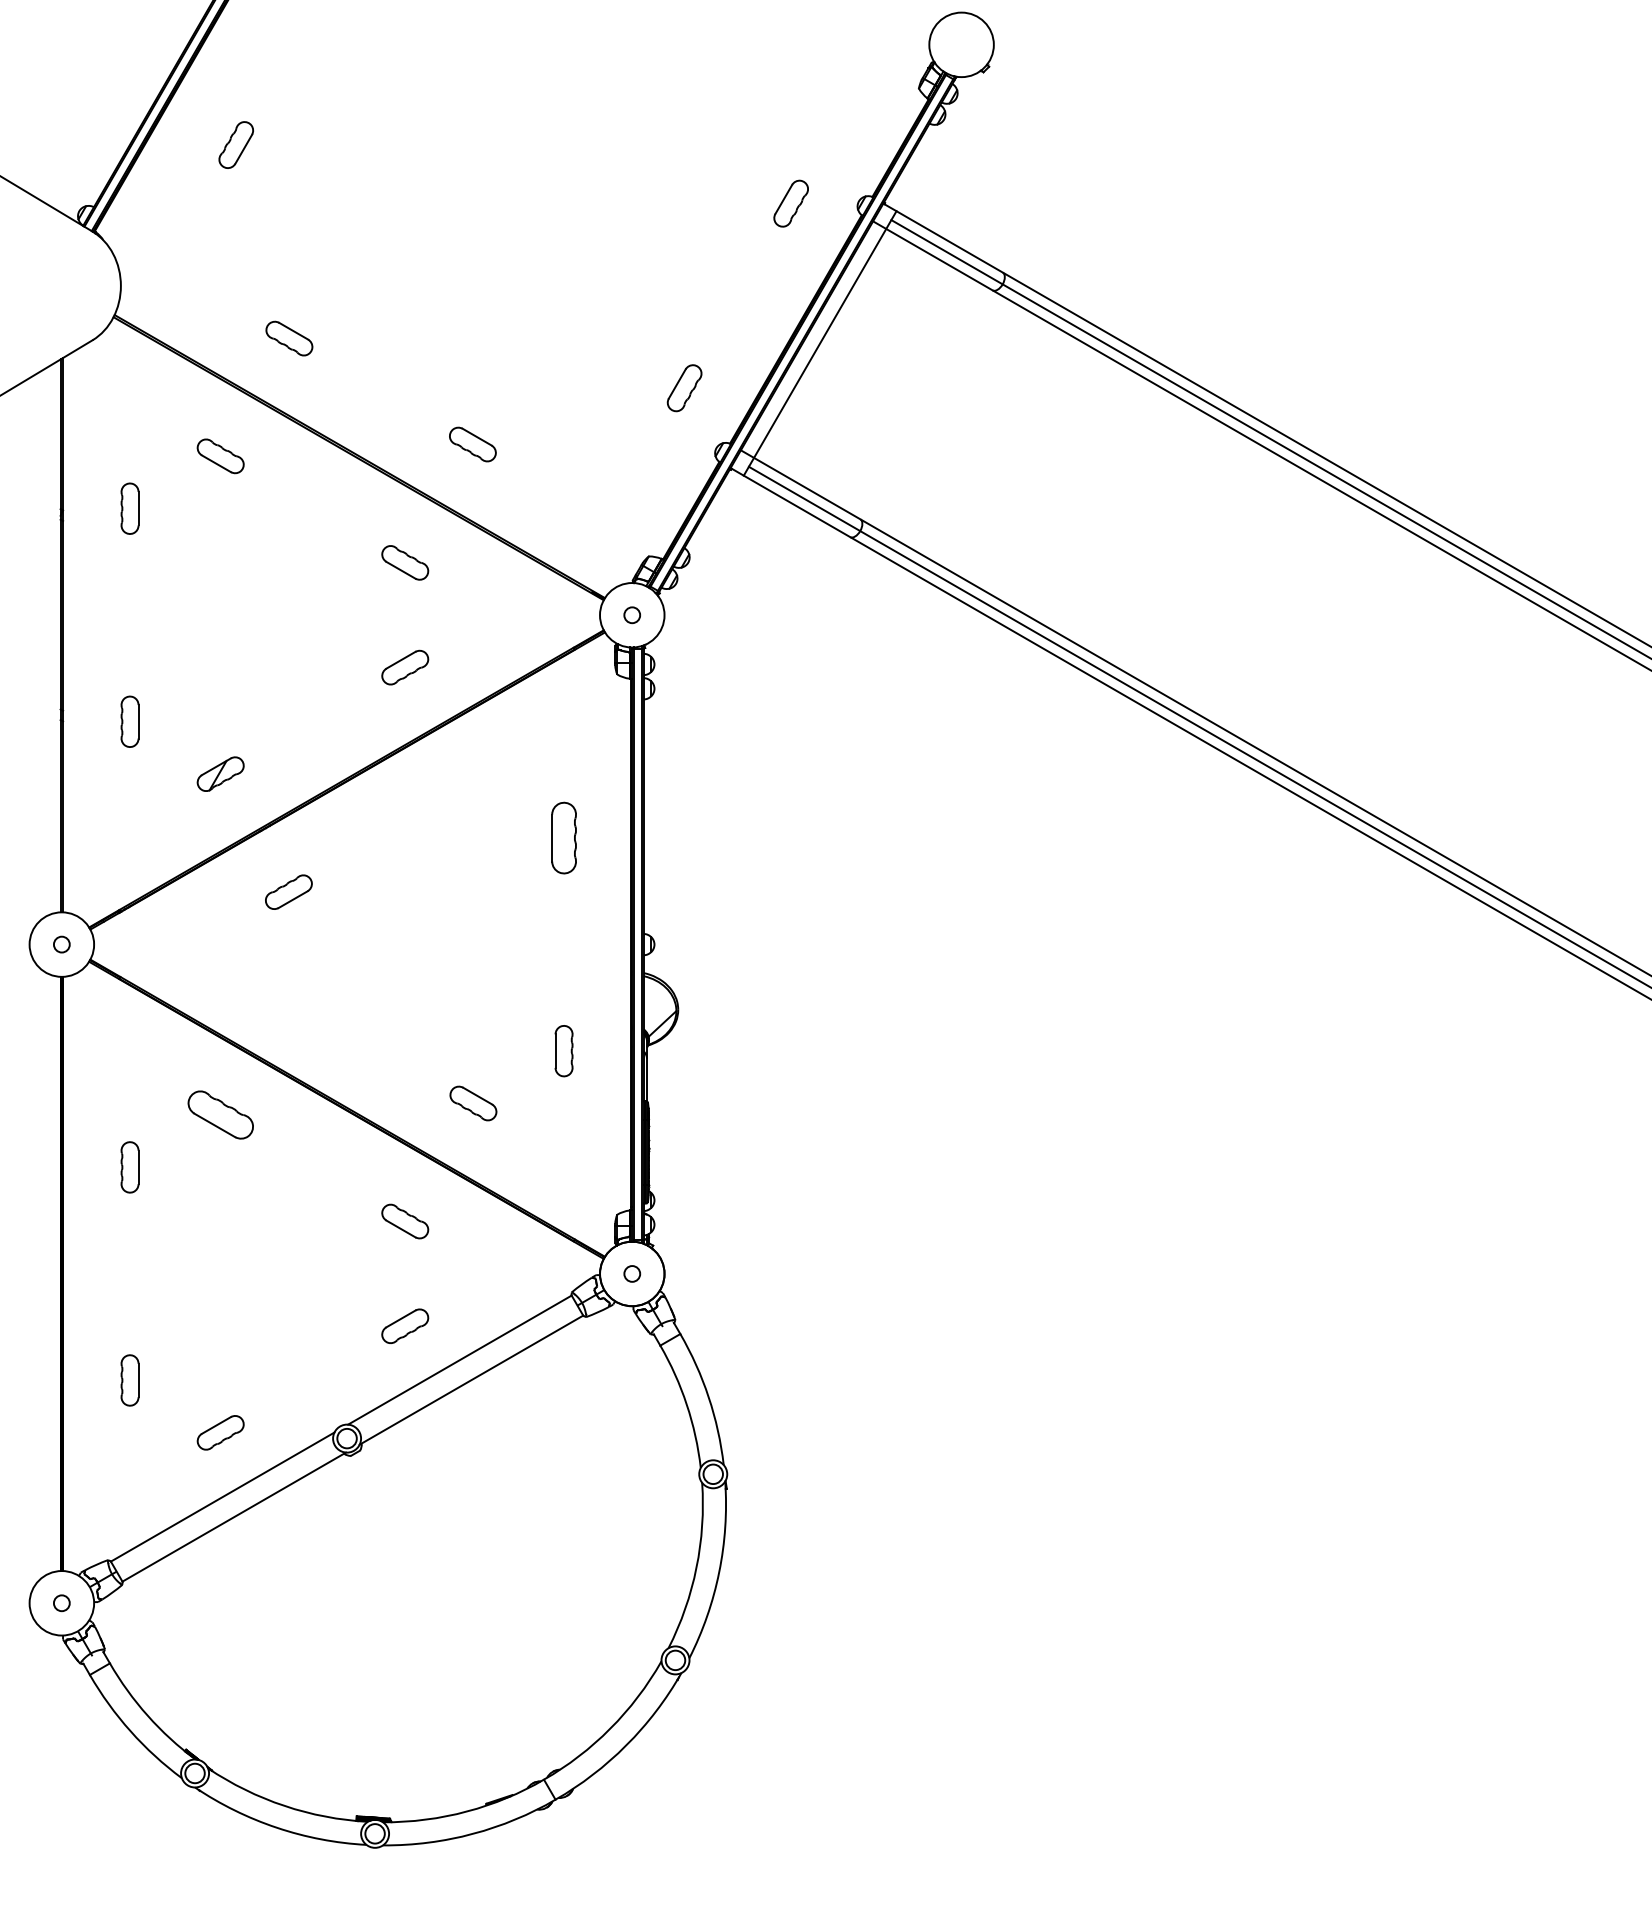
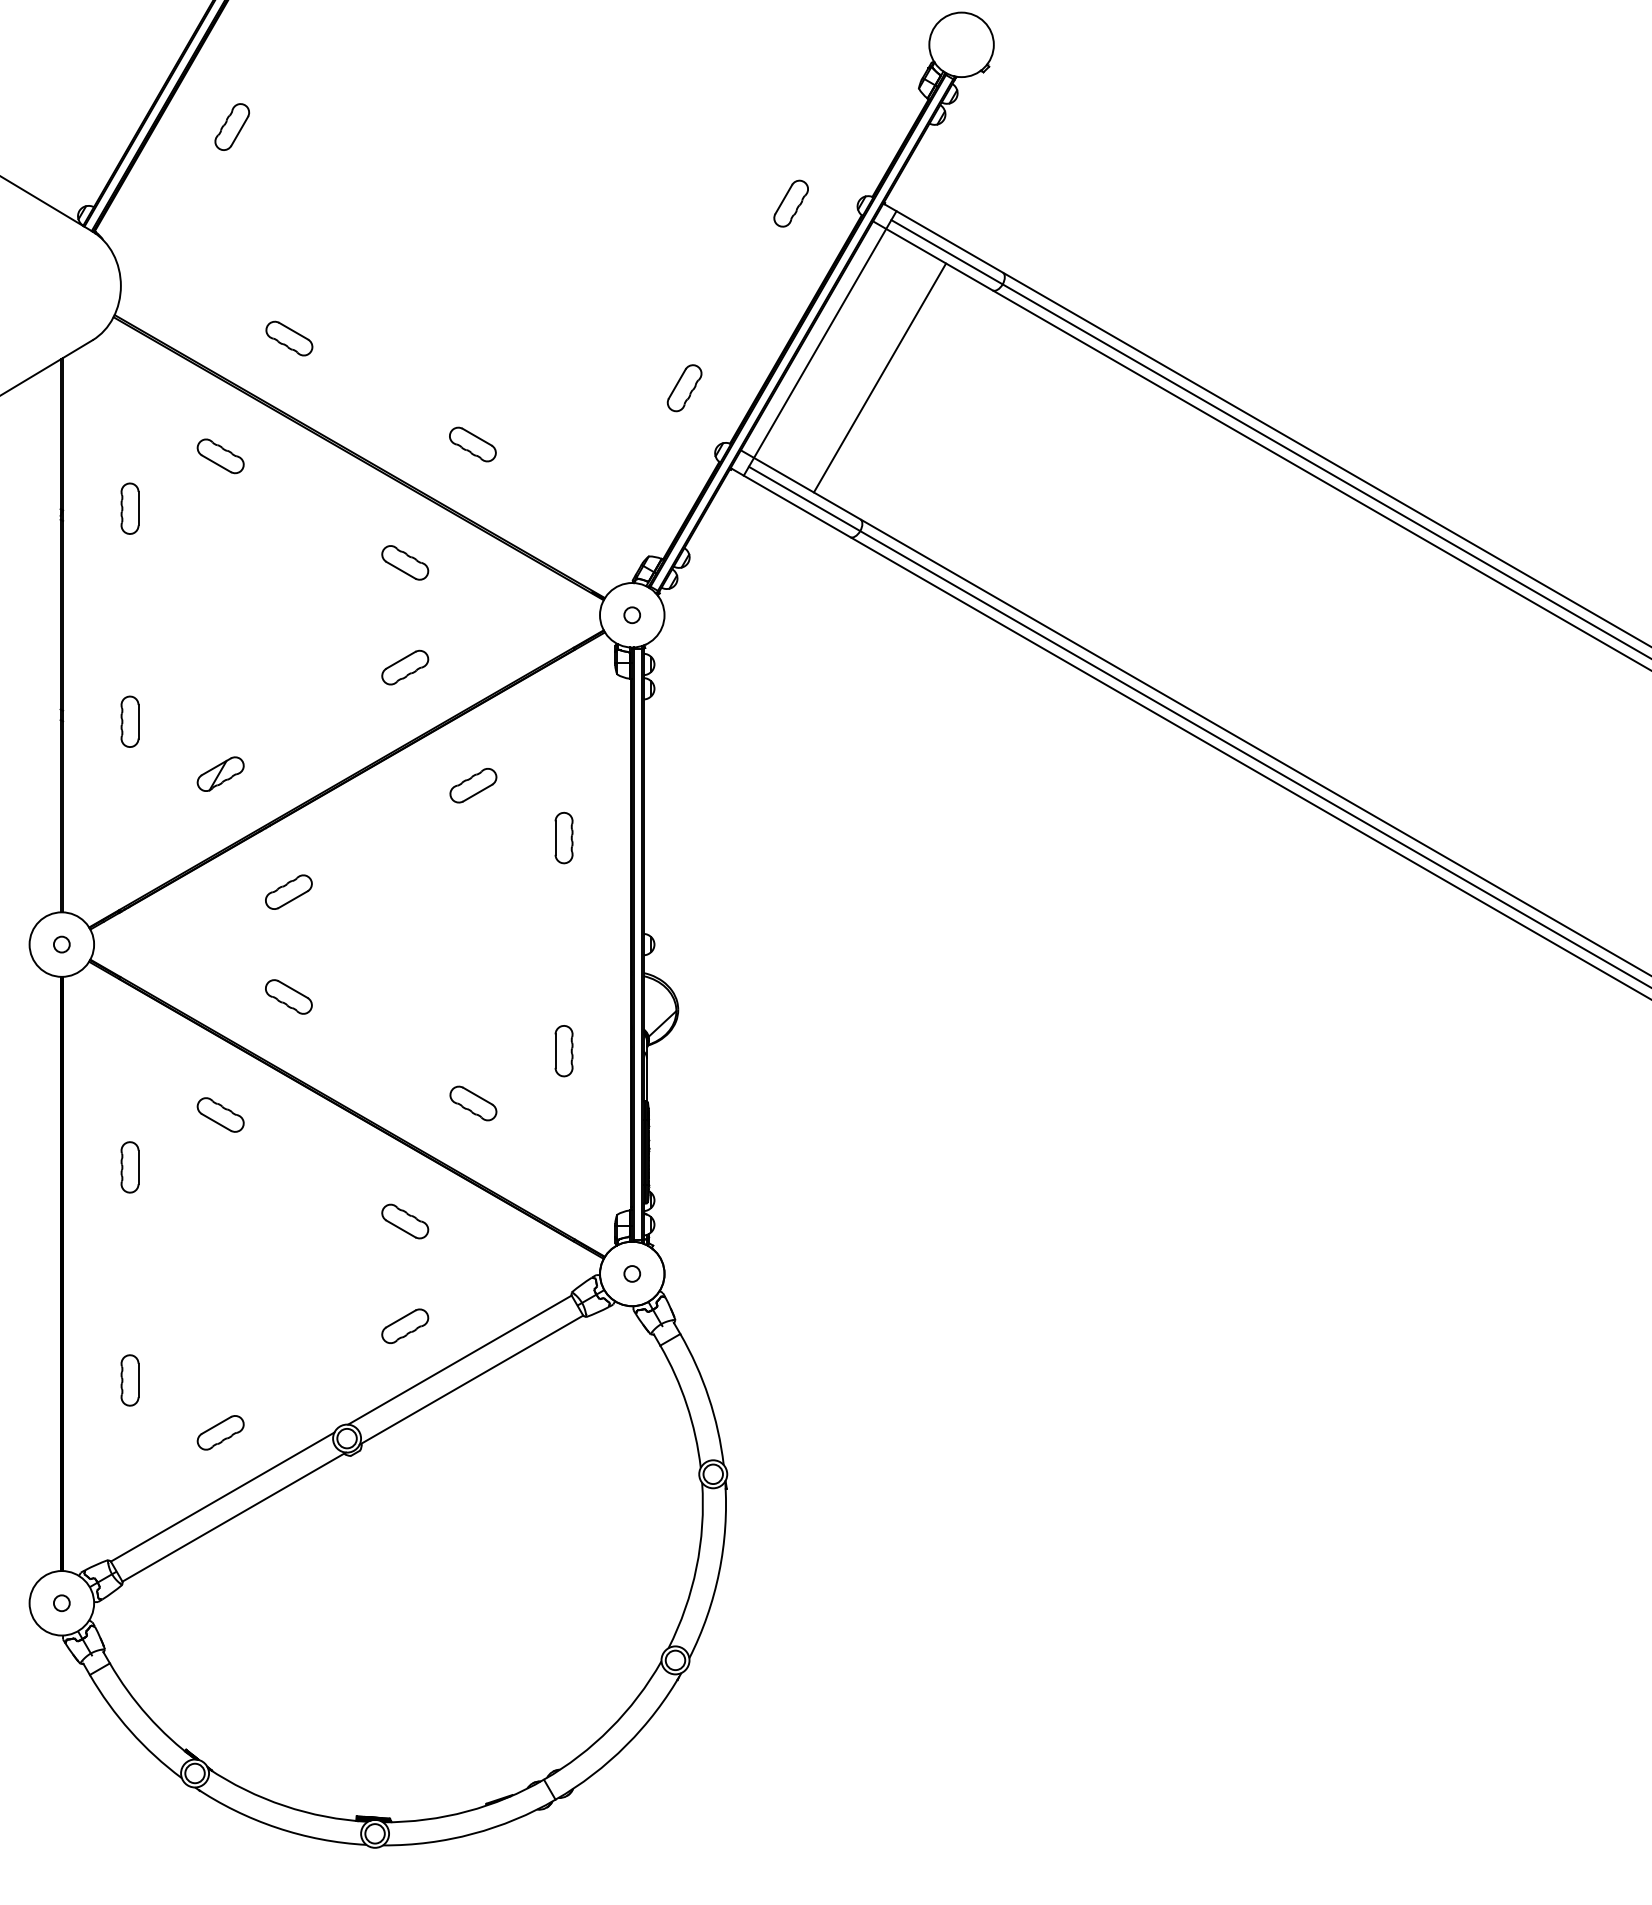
part at (235, 144) position: (235, 144) -> (231, 126)
line at (879, 377): none -> present
part at (473, 785): none -> present
part at (563, 837) size: 26x74 px -> 20x54 px
part at (288, 996): none -> present
part at (220, 1114) size: 67x50 px -> 49x36 px
